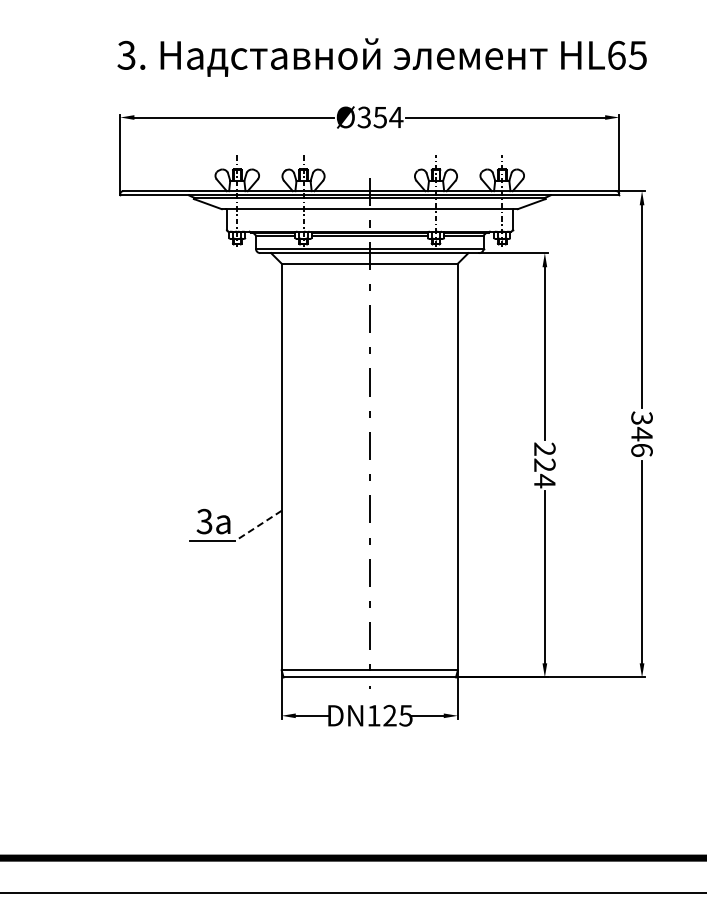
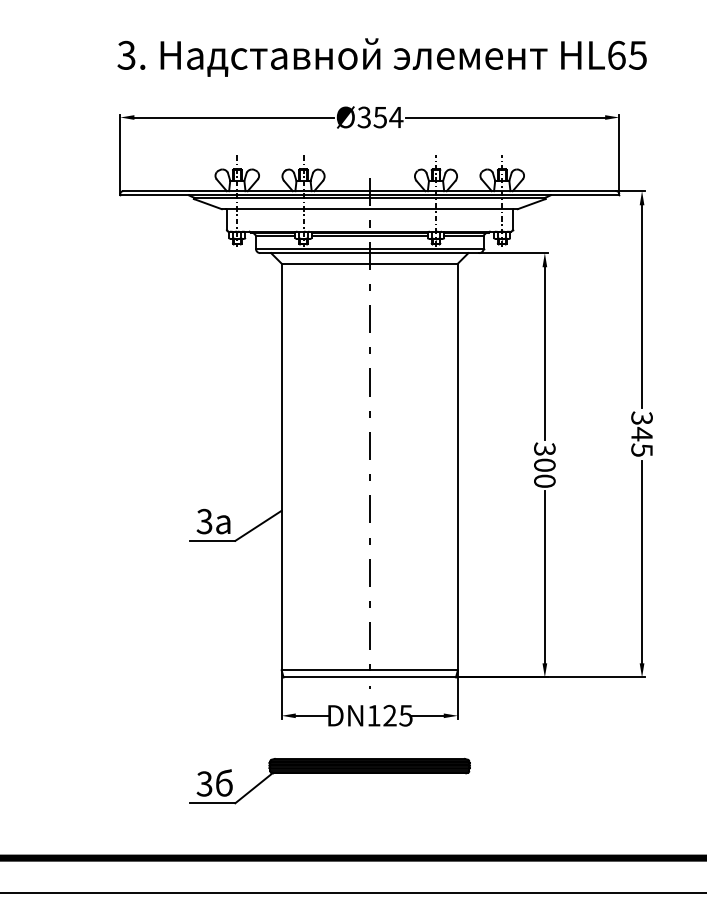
text at (641, 449): 346 -> 345
text at (544, 465): 224 -> 300
line at (258, 525): dashed -> solid
part at (329, 773): none -> present
